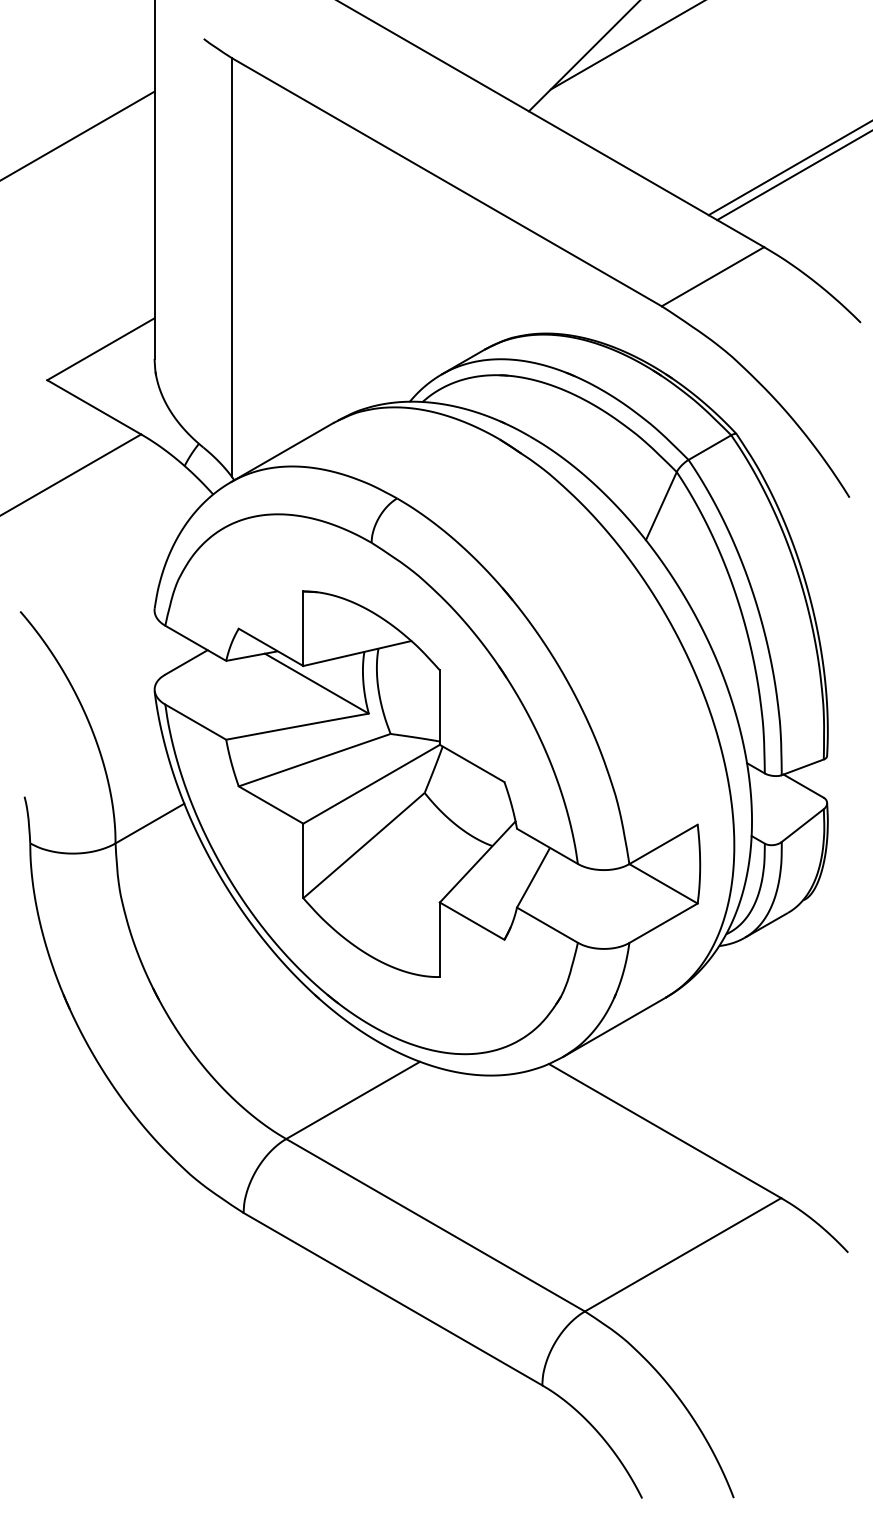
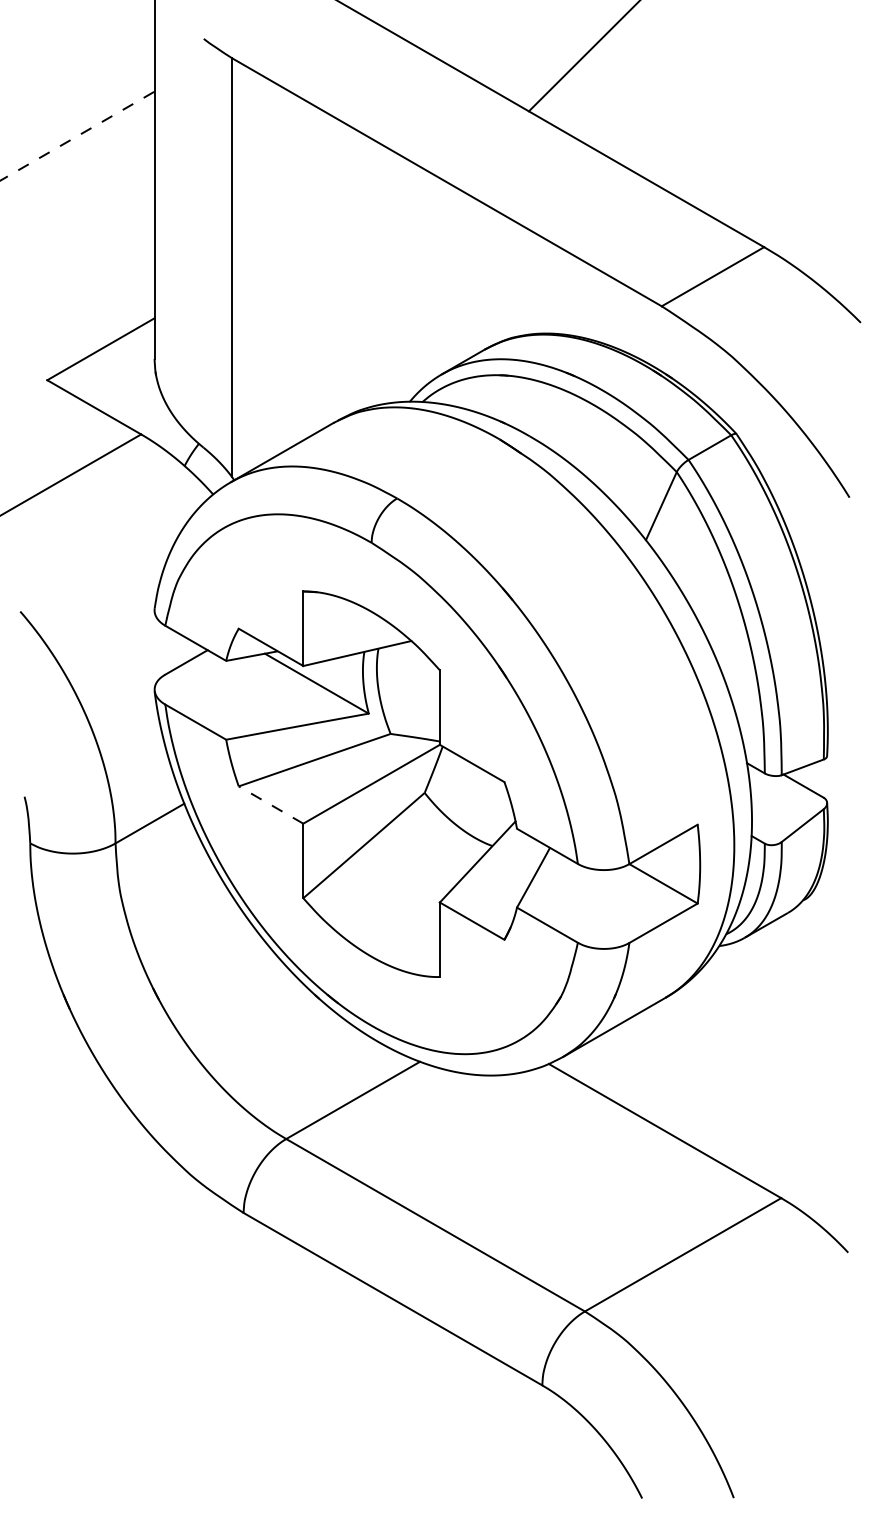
line at (626, 45): present -> none
line at (77, 136): solid -> dashed
line at (788, 168): present -> none
line at (793, 176): present -> none
line at (270, 804): solid -> dashed
